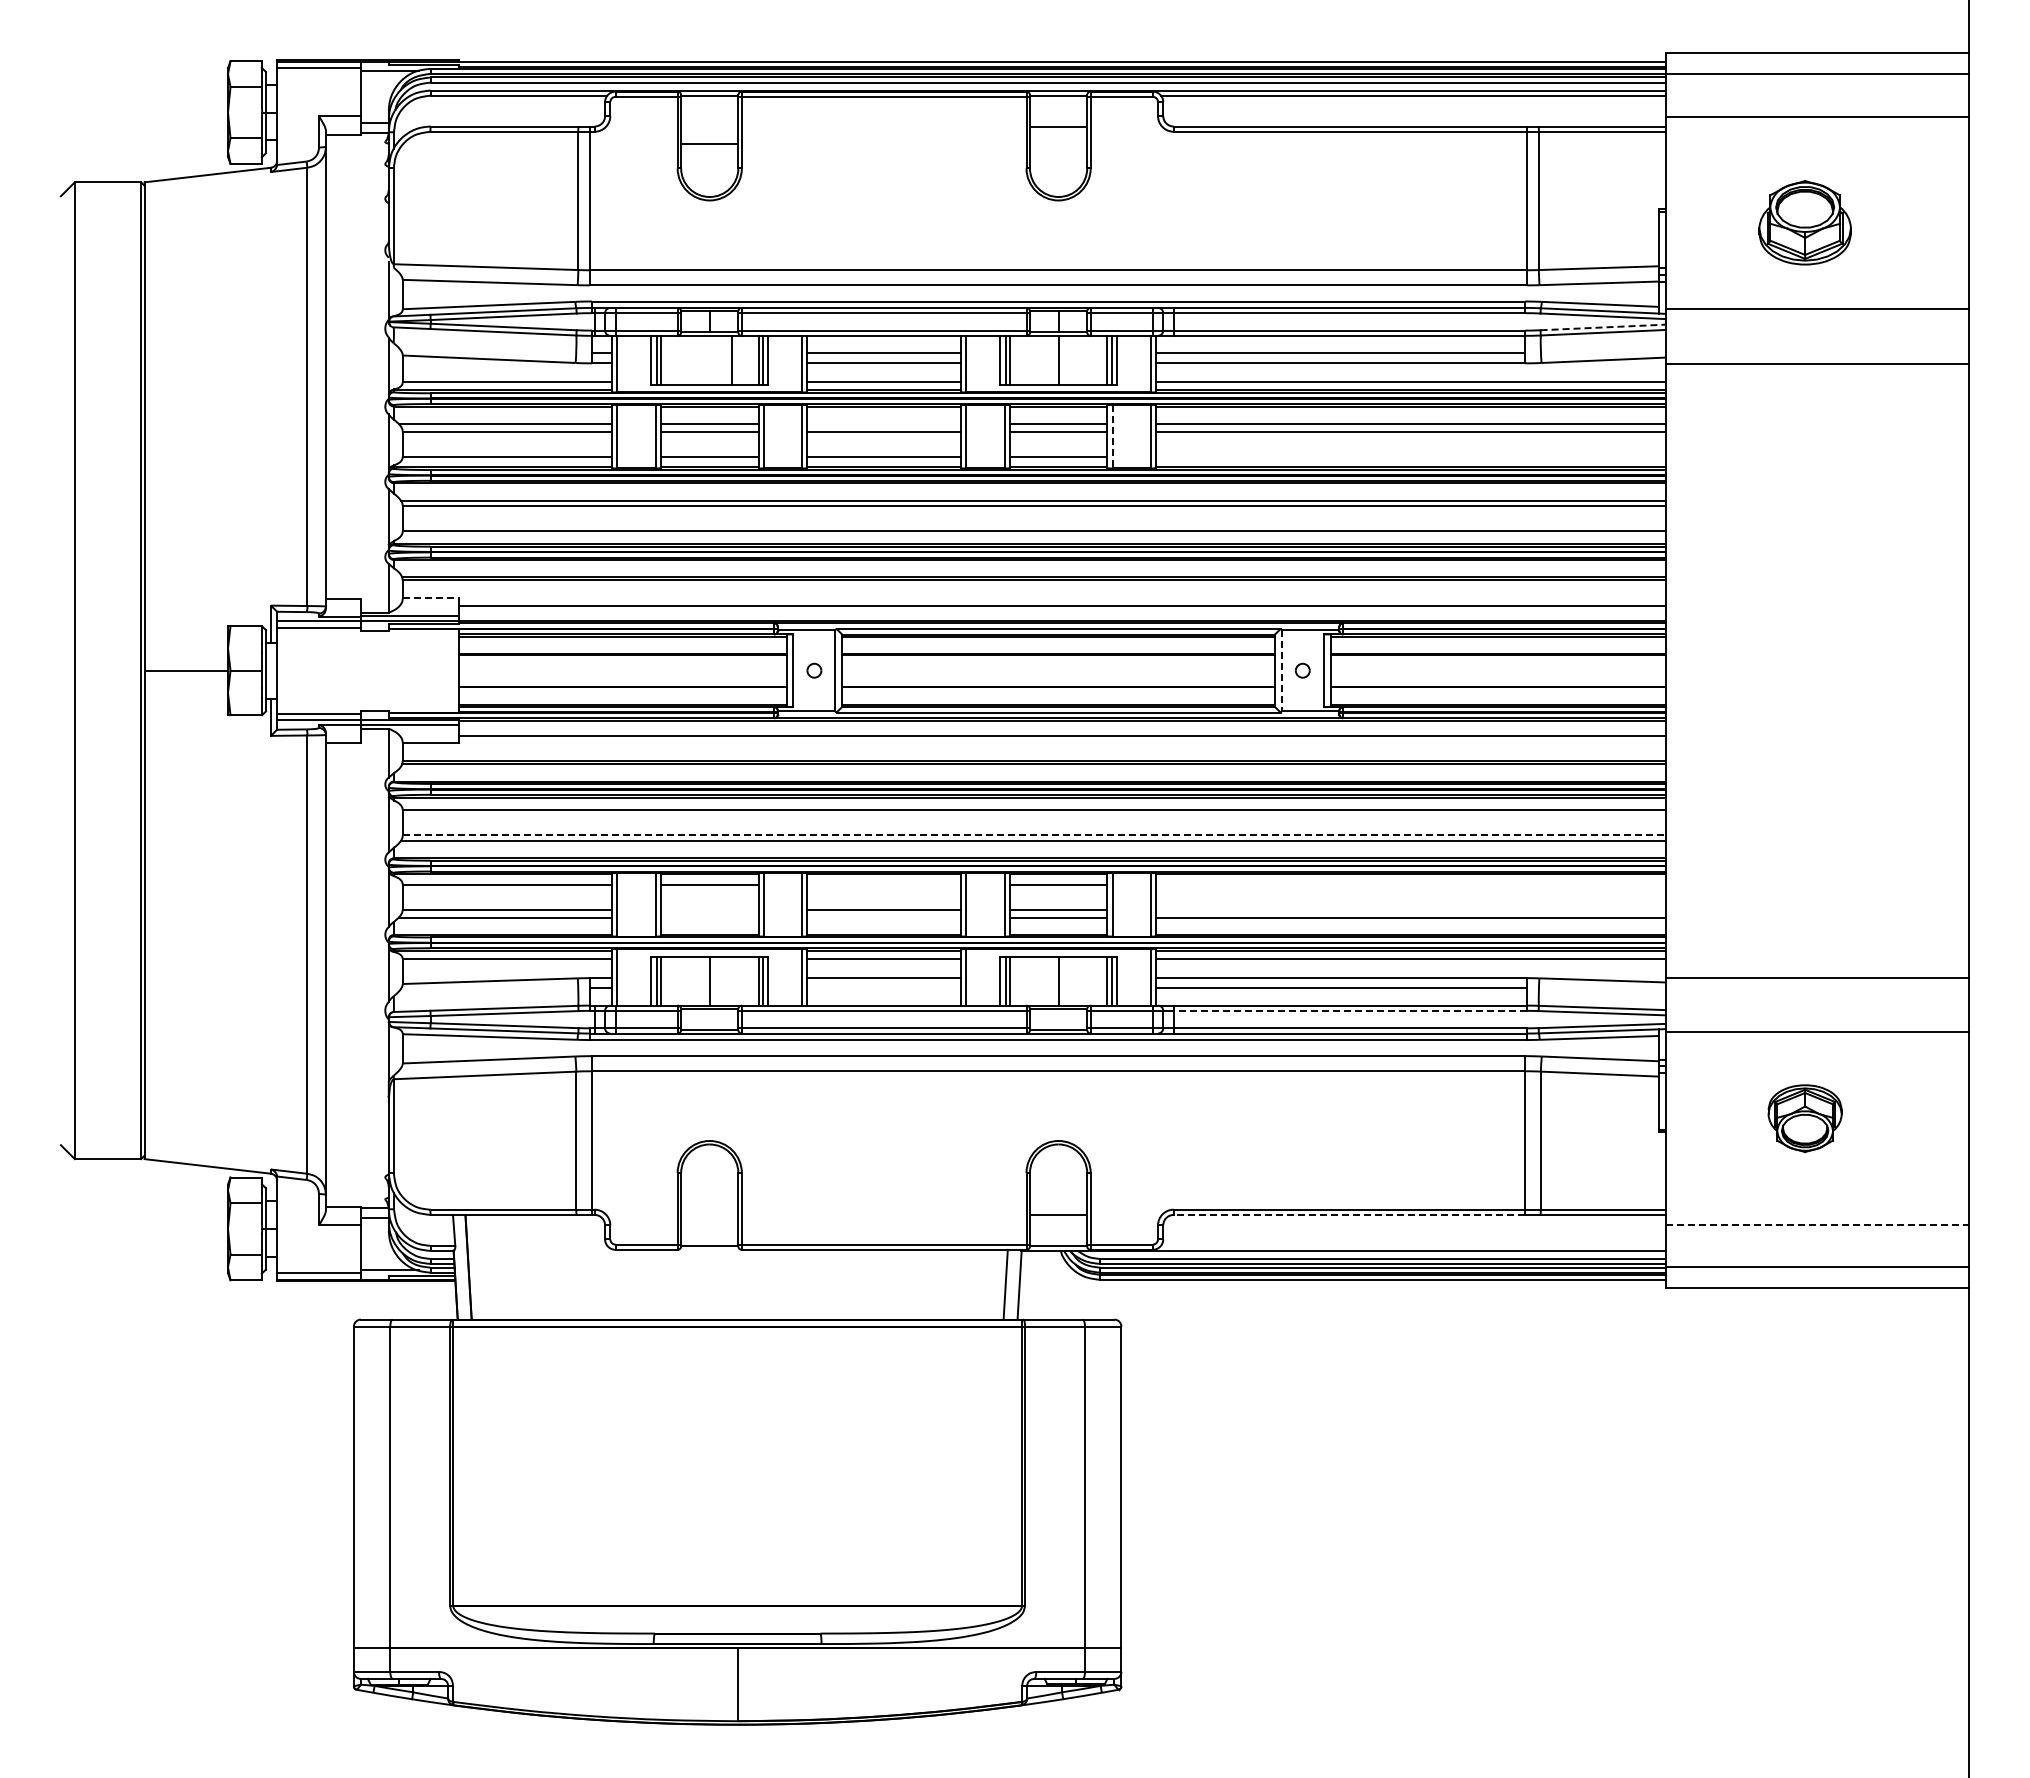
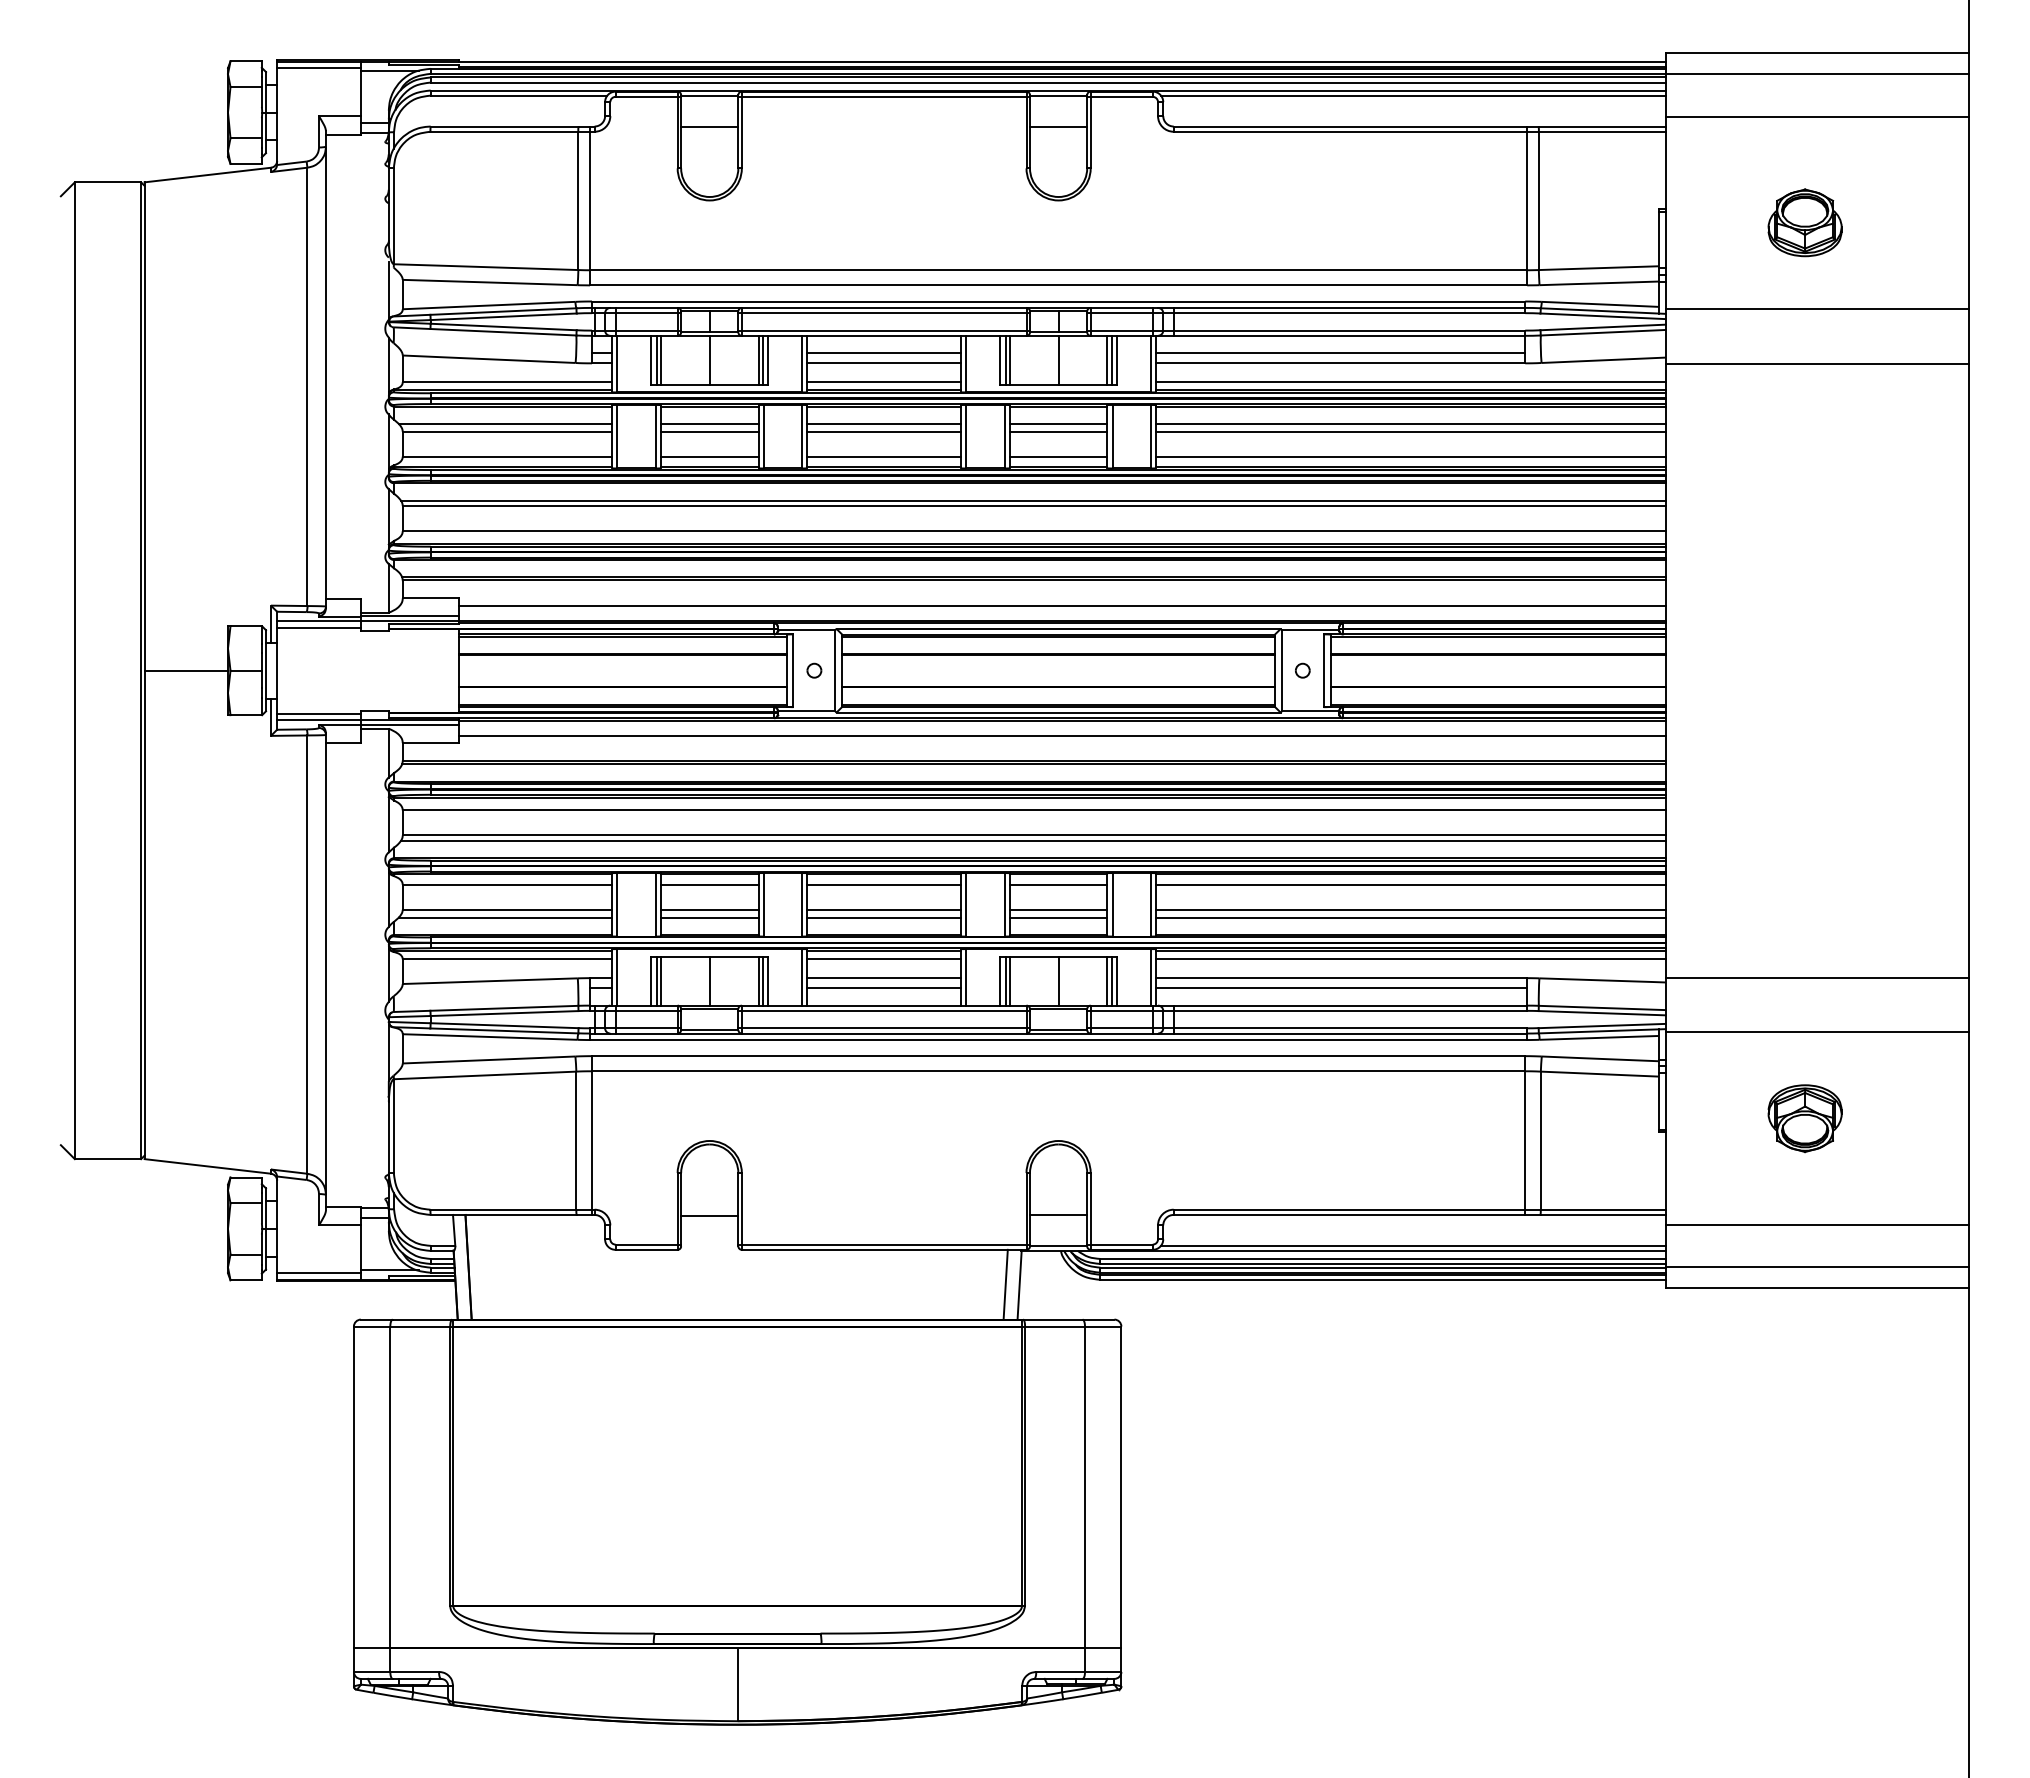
line at (709, 143) position: (709, 143) -> (709, 126)
part at (1804, 222) size: 94x86 px -> 76x70 px
line at (1603, 327): dashed -> solid
line at (731, 359) position: (731, 359) -> (709, 359)
line at (883, 423): none -> present
line at (1112, 436): dashed -> solid
line at (1410, 456): none -> present
line at (430, 598): dashed -> solid
line at (1281, 670): dashed -> solid
line at (1034, 835): dashed -> solid
line at (883, 884): none -> present
line at (1410, 884): none -> present
line at (709, 909): none -> present
line at (1410, 909): none -> present
line at (709, 917): none -> present
line at (883, 917): none -> present
line at (883, 988): none -> present
line at (1350, 1010): dashed -> solid
line at (1349, 1214): dashed -> solid
line at (1817, 1224): dashed -> solid
line at (1413, 1245): none -> present
line at (709, 1246) position: (709, 1246) -> (709, 1216)
